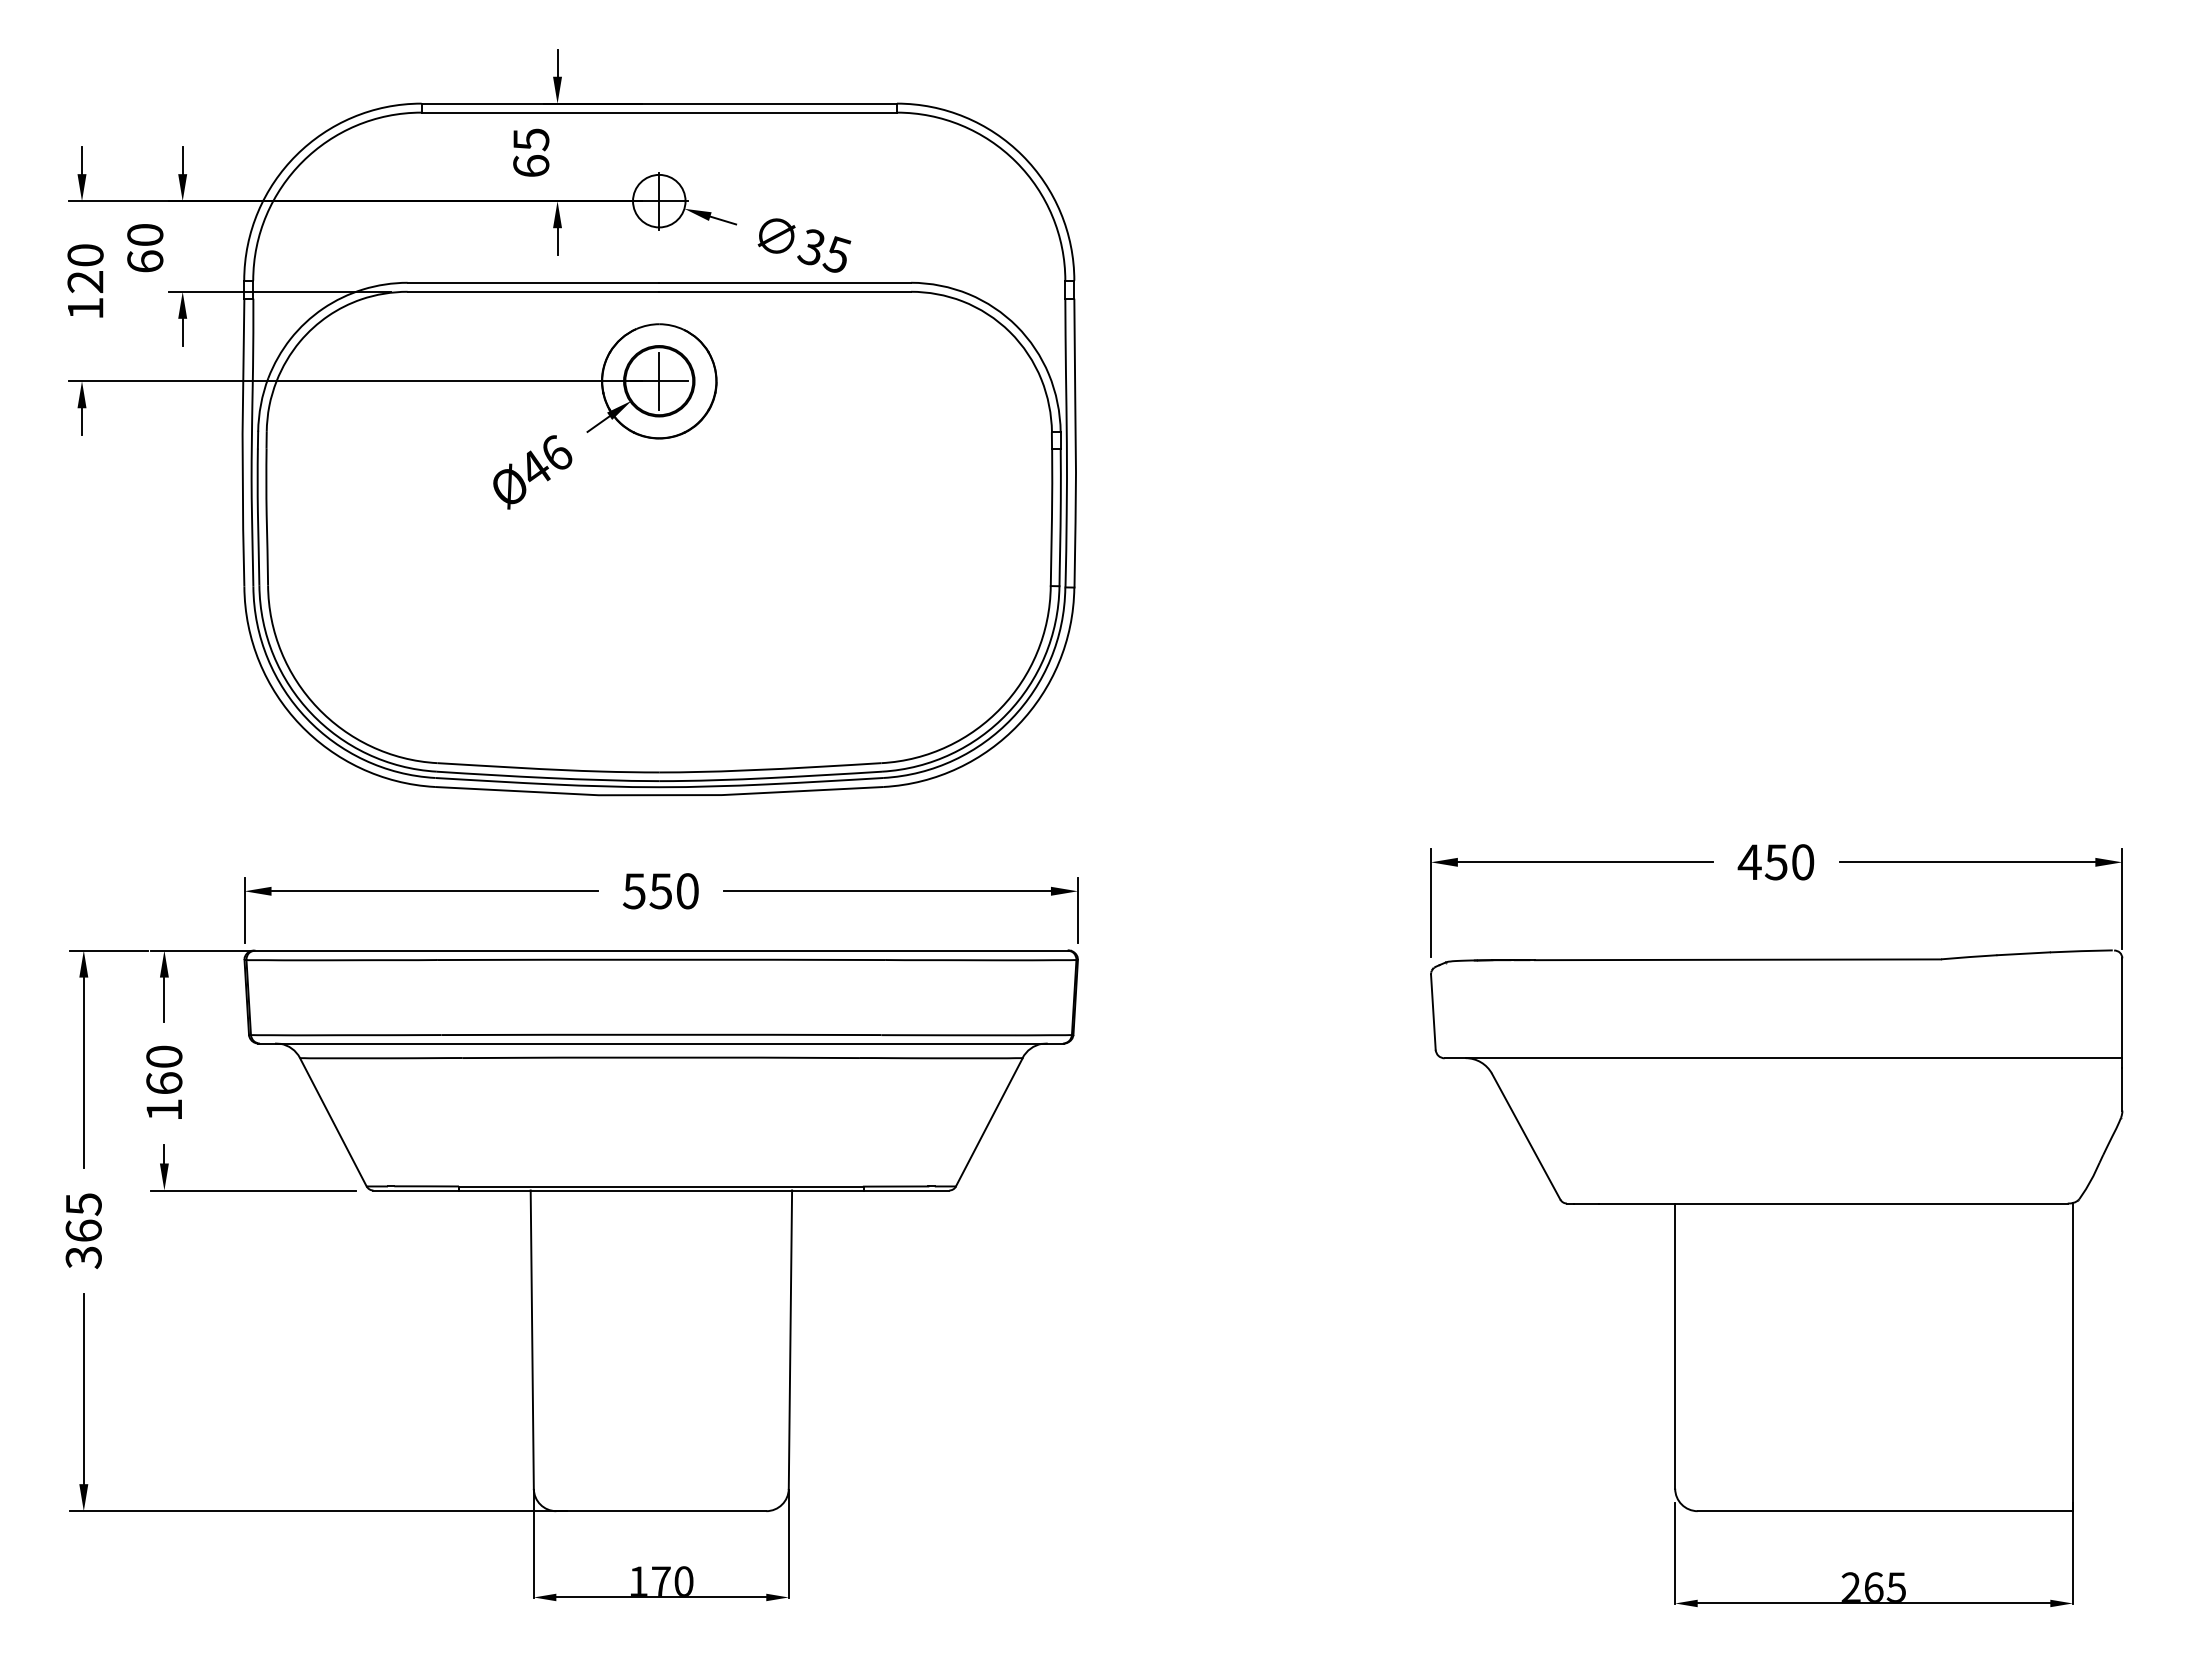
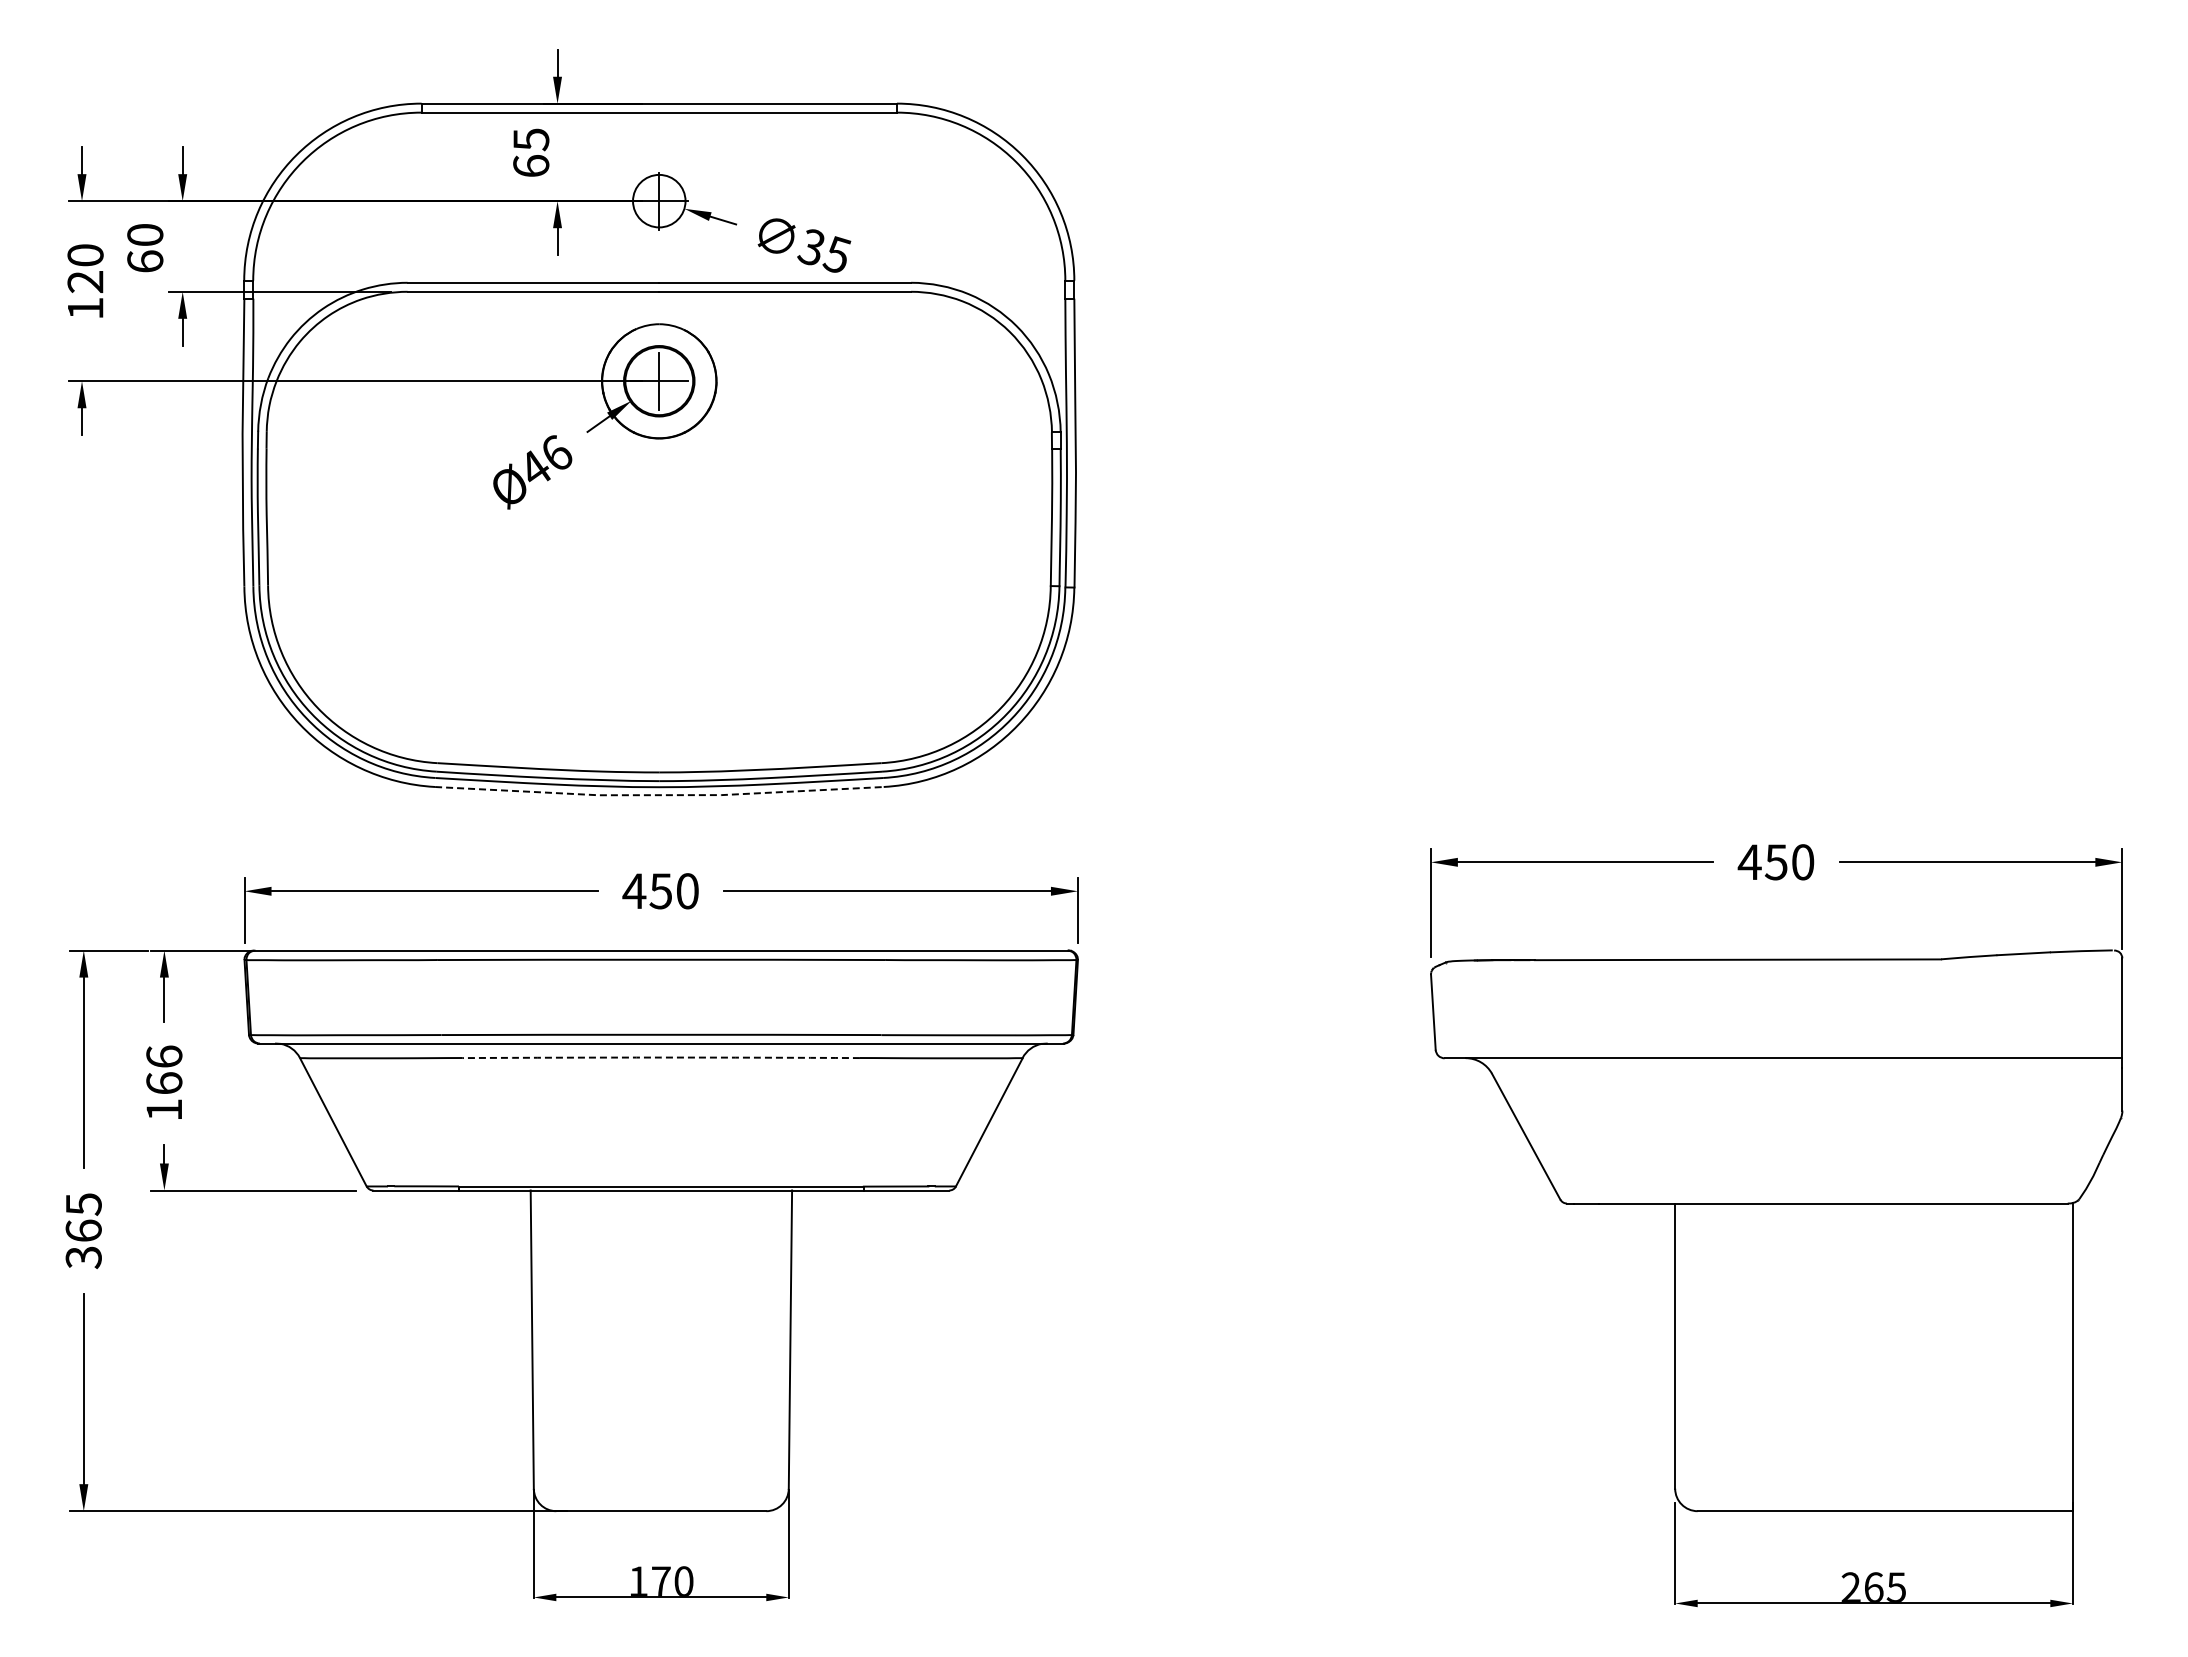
line at (660, 795): solid -> dashed
text at (634, 891): 550 -> 450
text at (164, 1056): 160 -> 166
arc at (661, 1057): solid -> dashed
